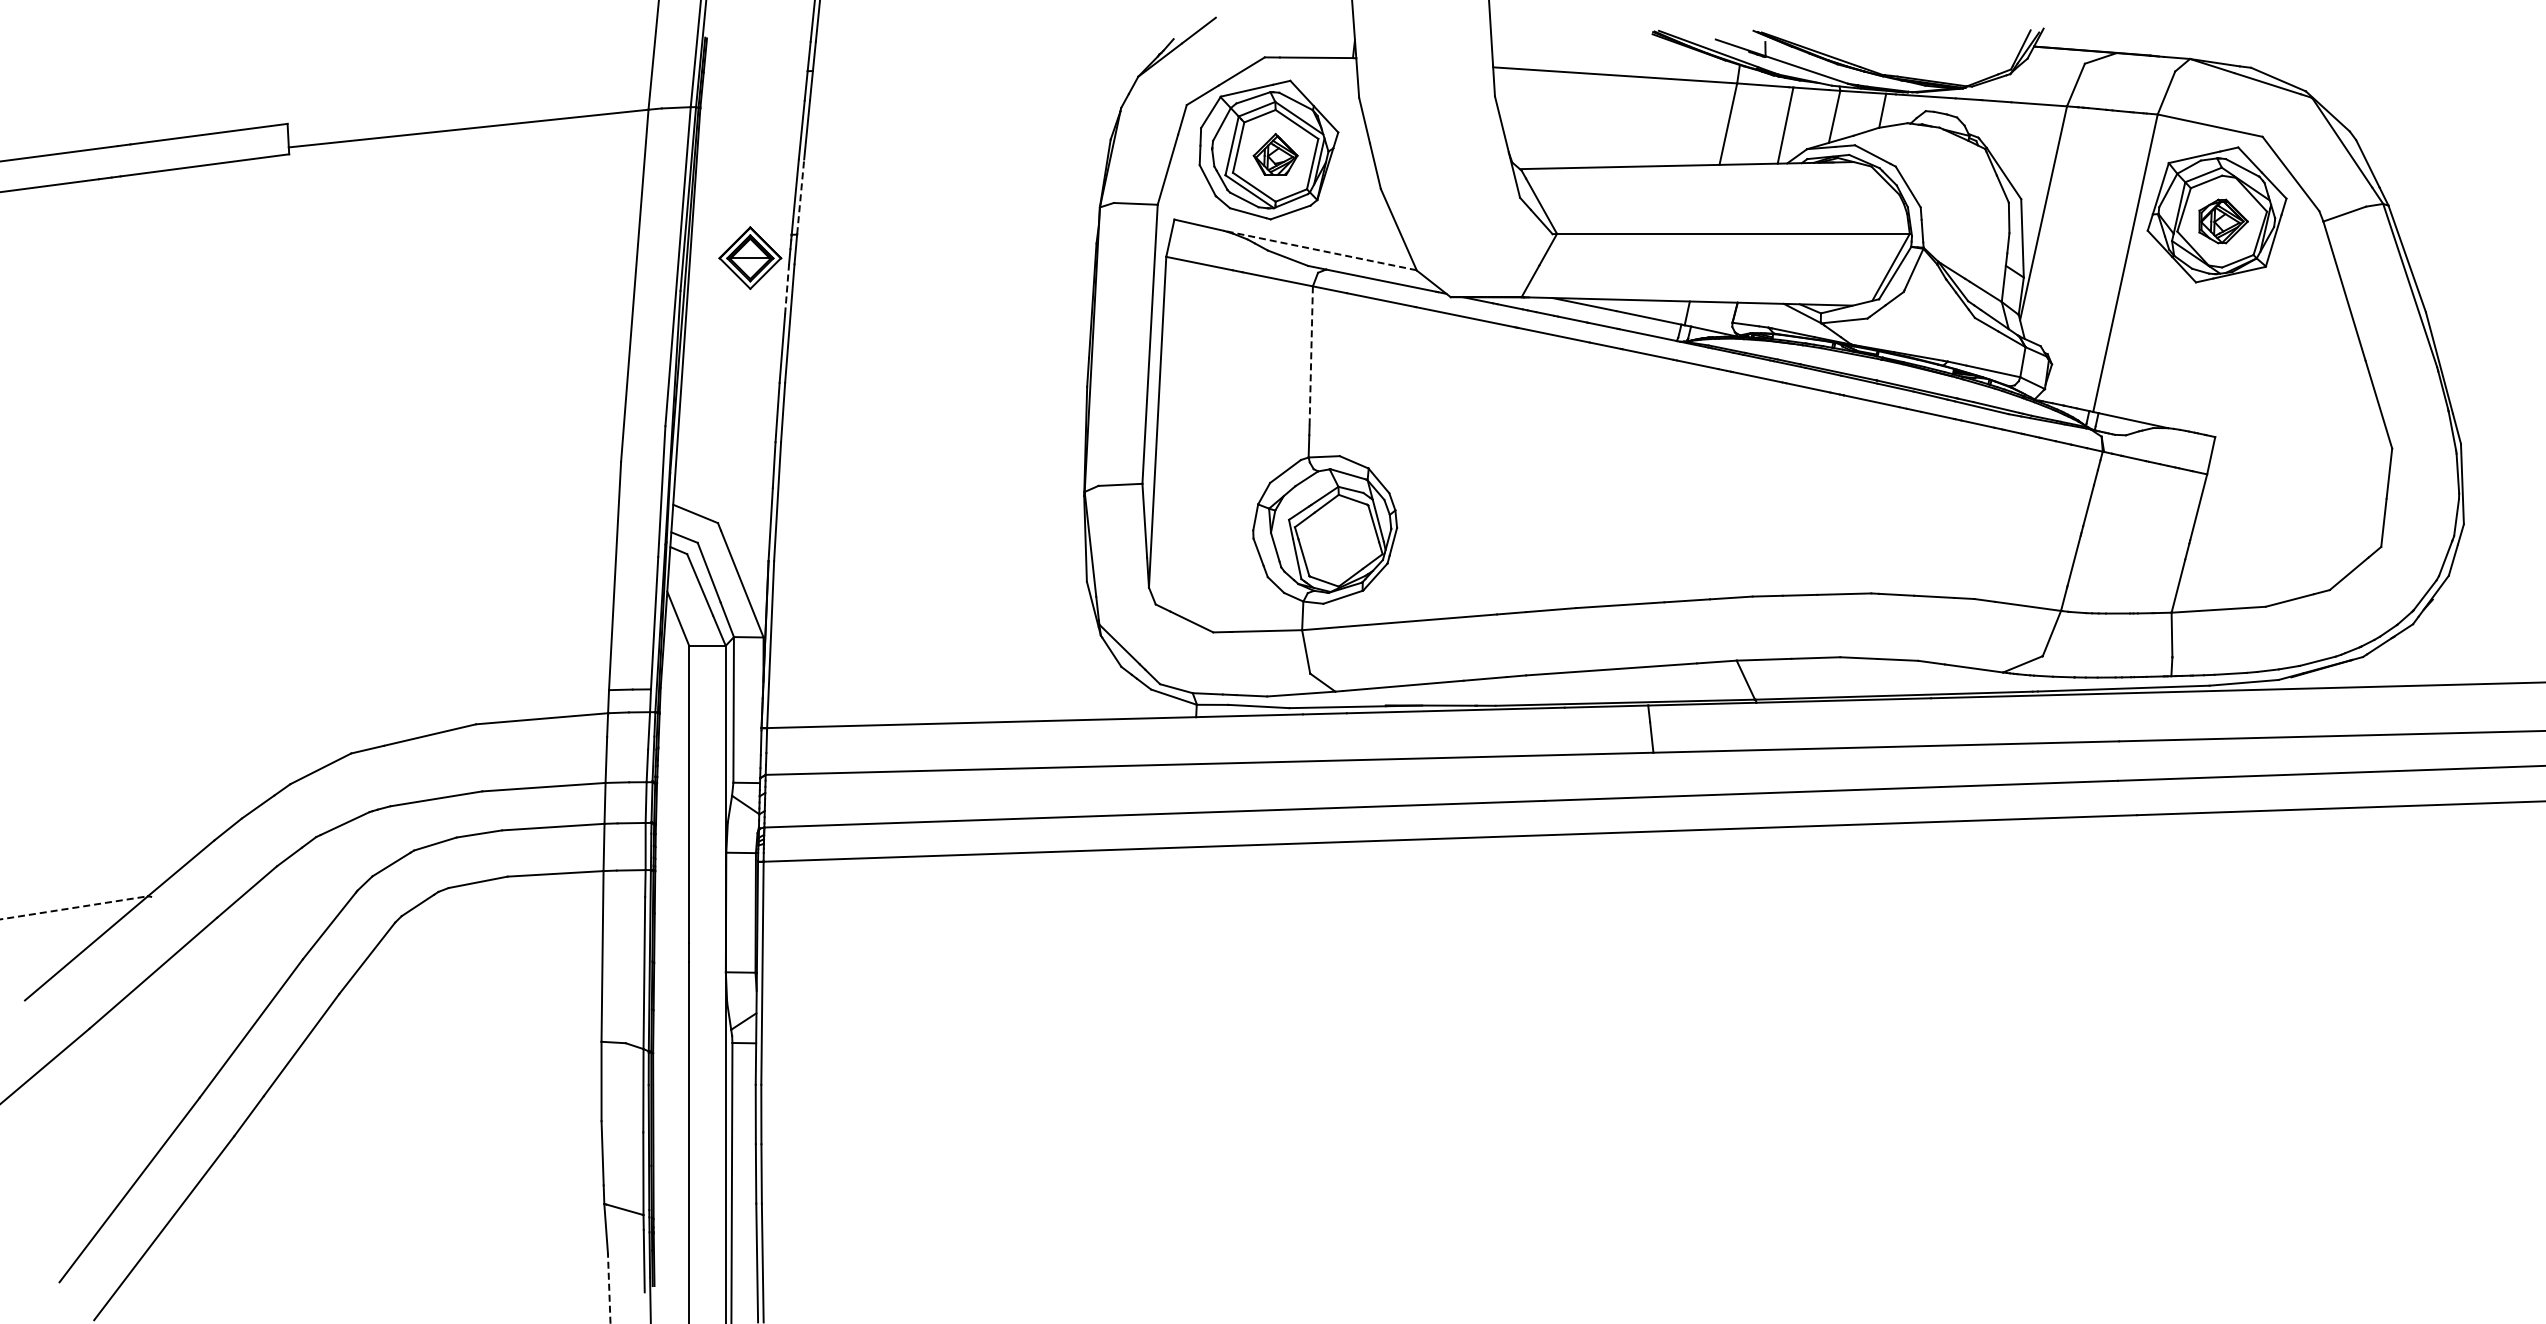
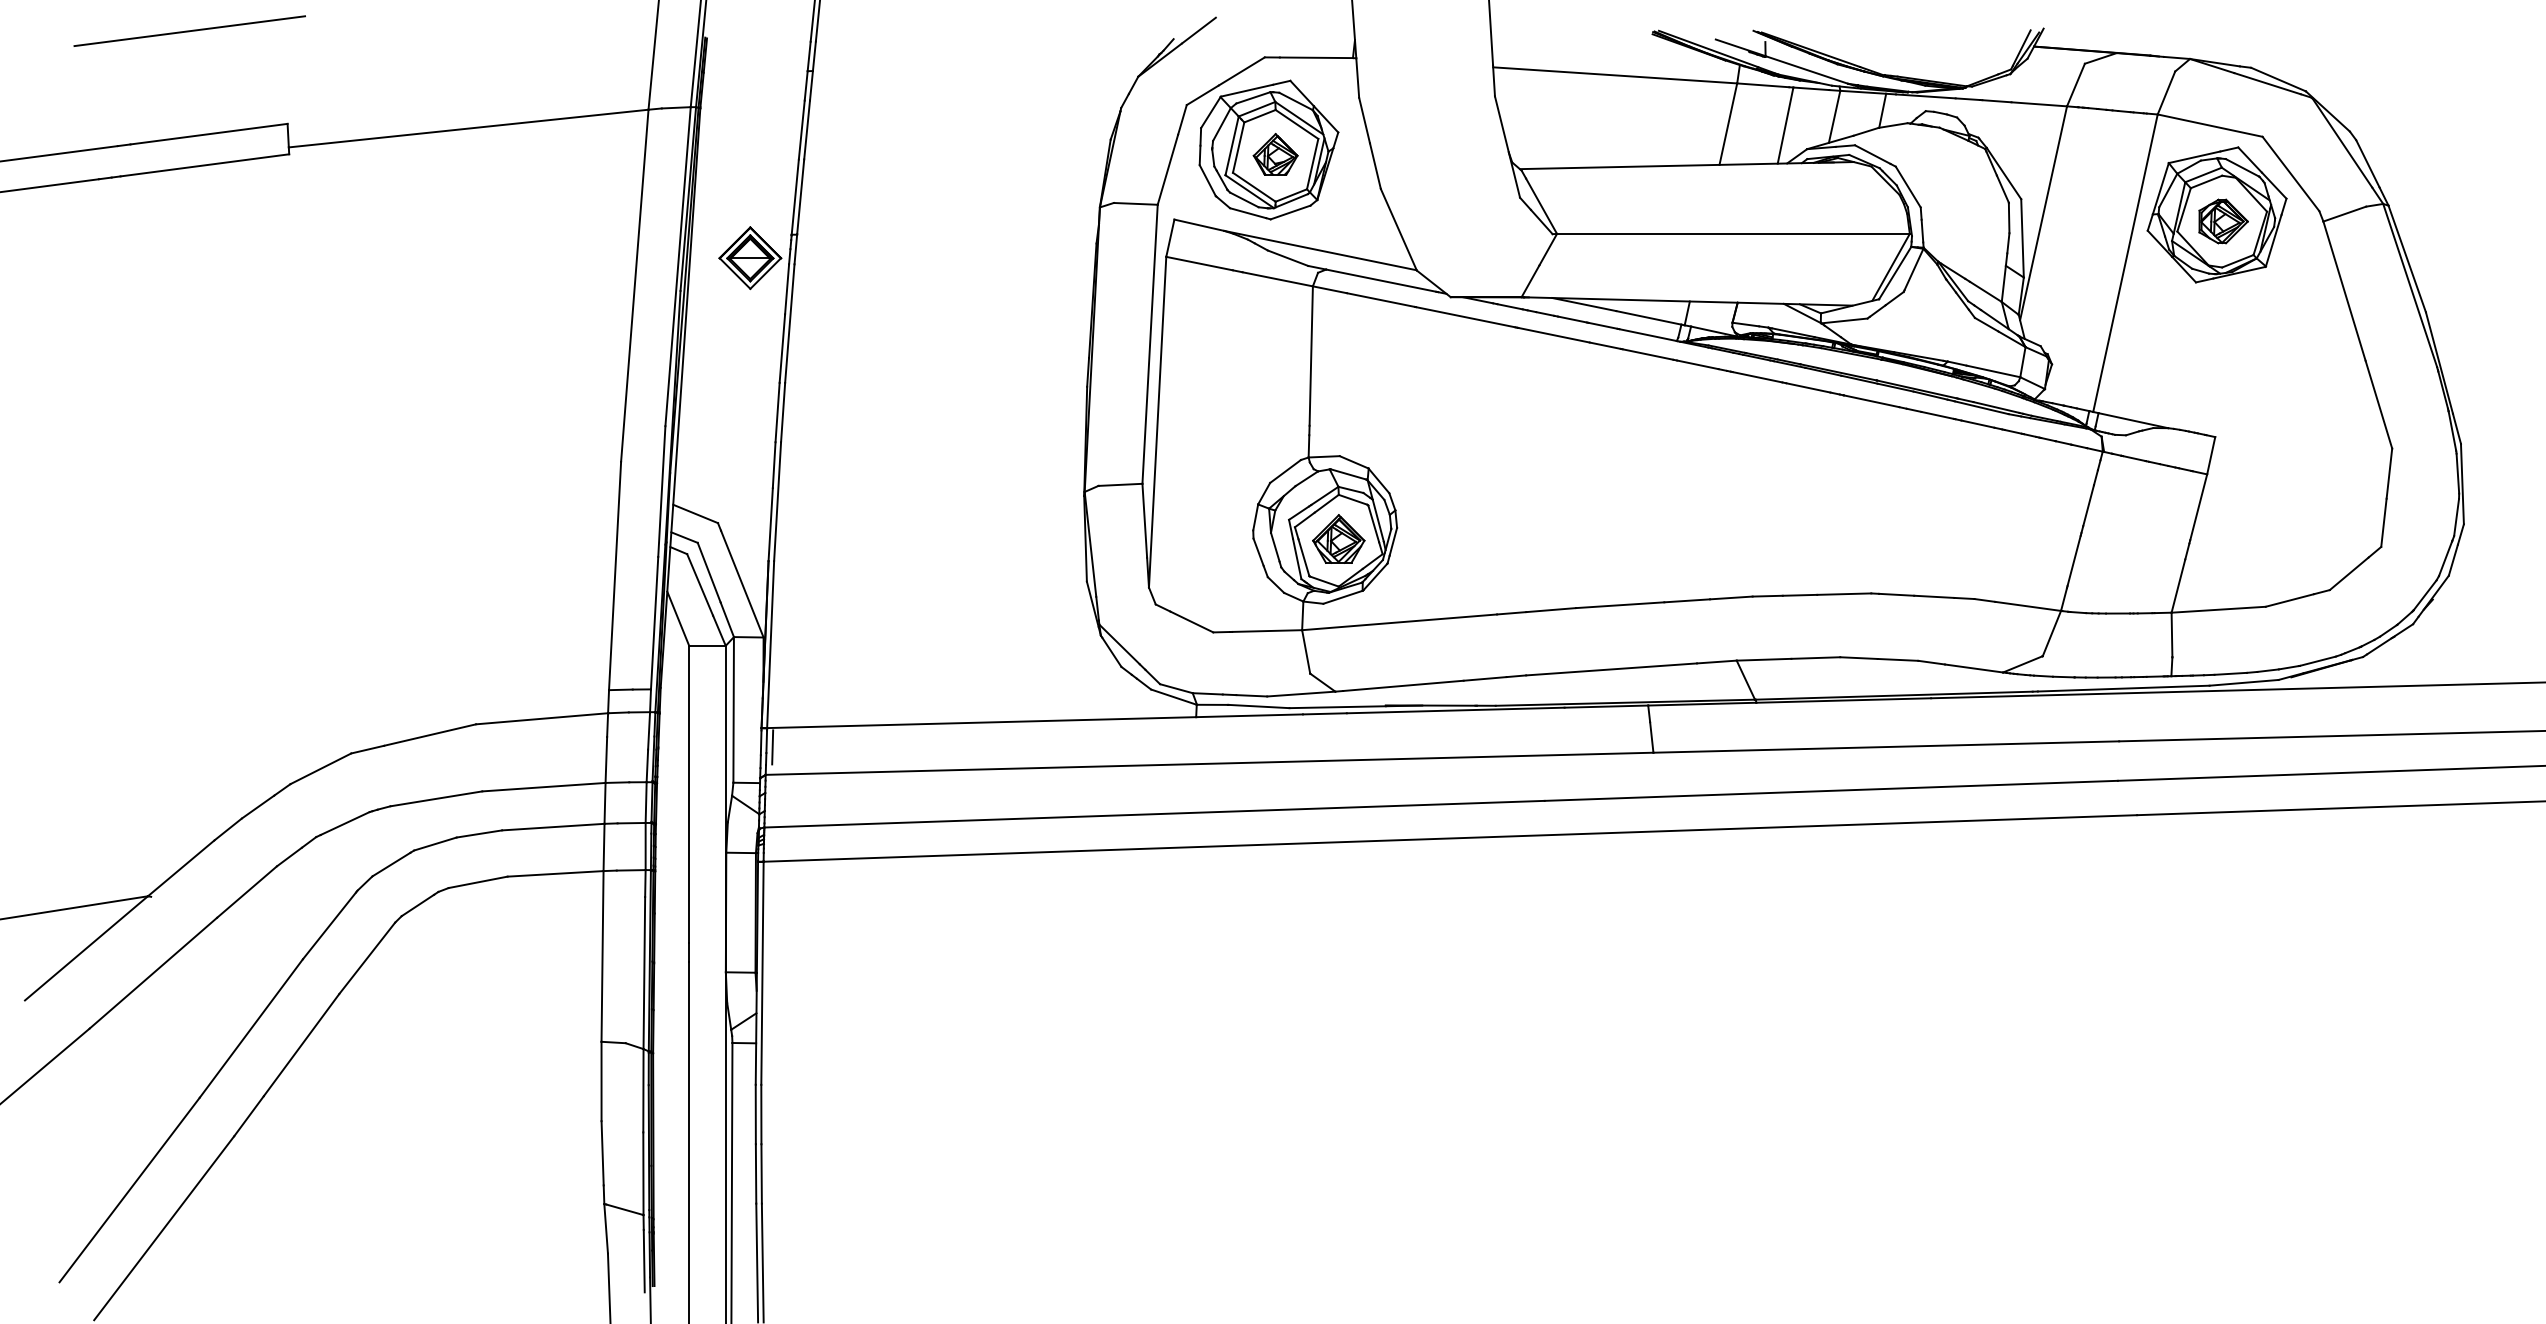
line at (189, 31): none -> present
line at (800, 196): dashed -> solid
line at (1320, 250): dashed -> solid
line at (787, 288): dashed -> solid
line at (1311, 356): dashed -> solid
part at (1338, 538): none -> present
line at (772, 747): none -> present
line at (74, 907): dashed -> solid
line at (609, 1288): dashed -> solid
